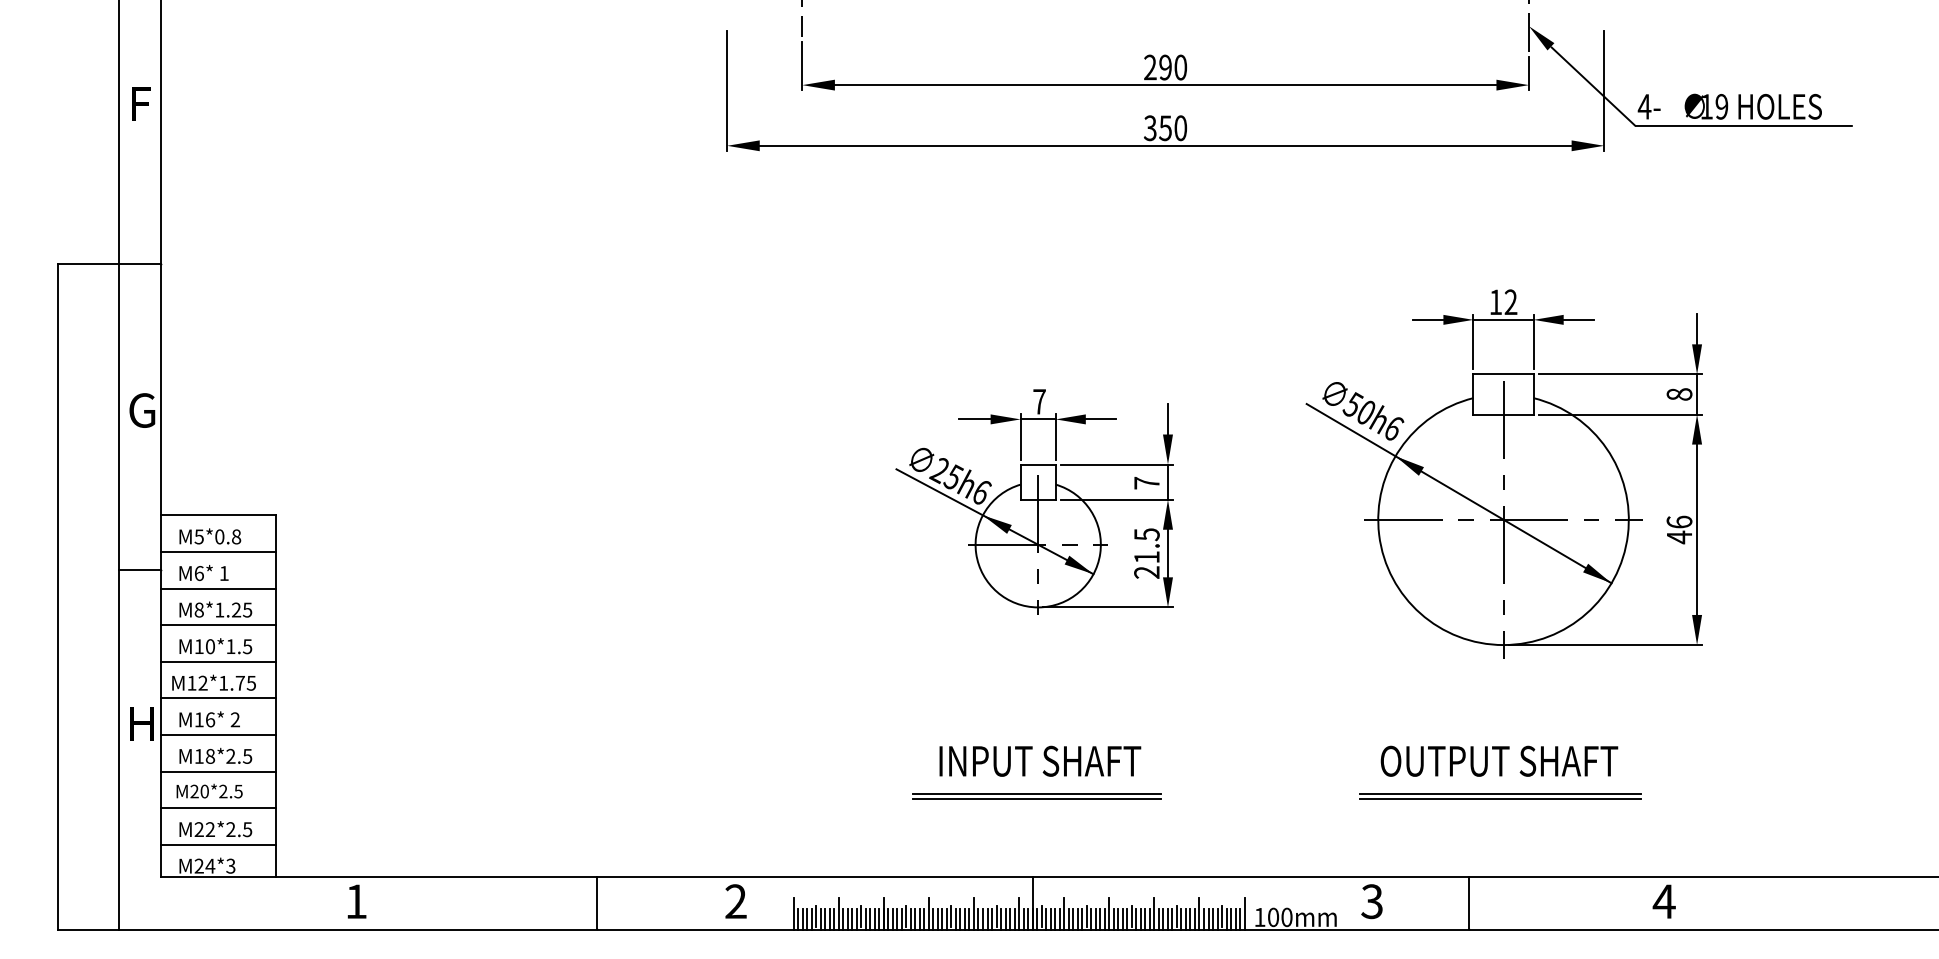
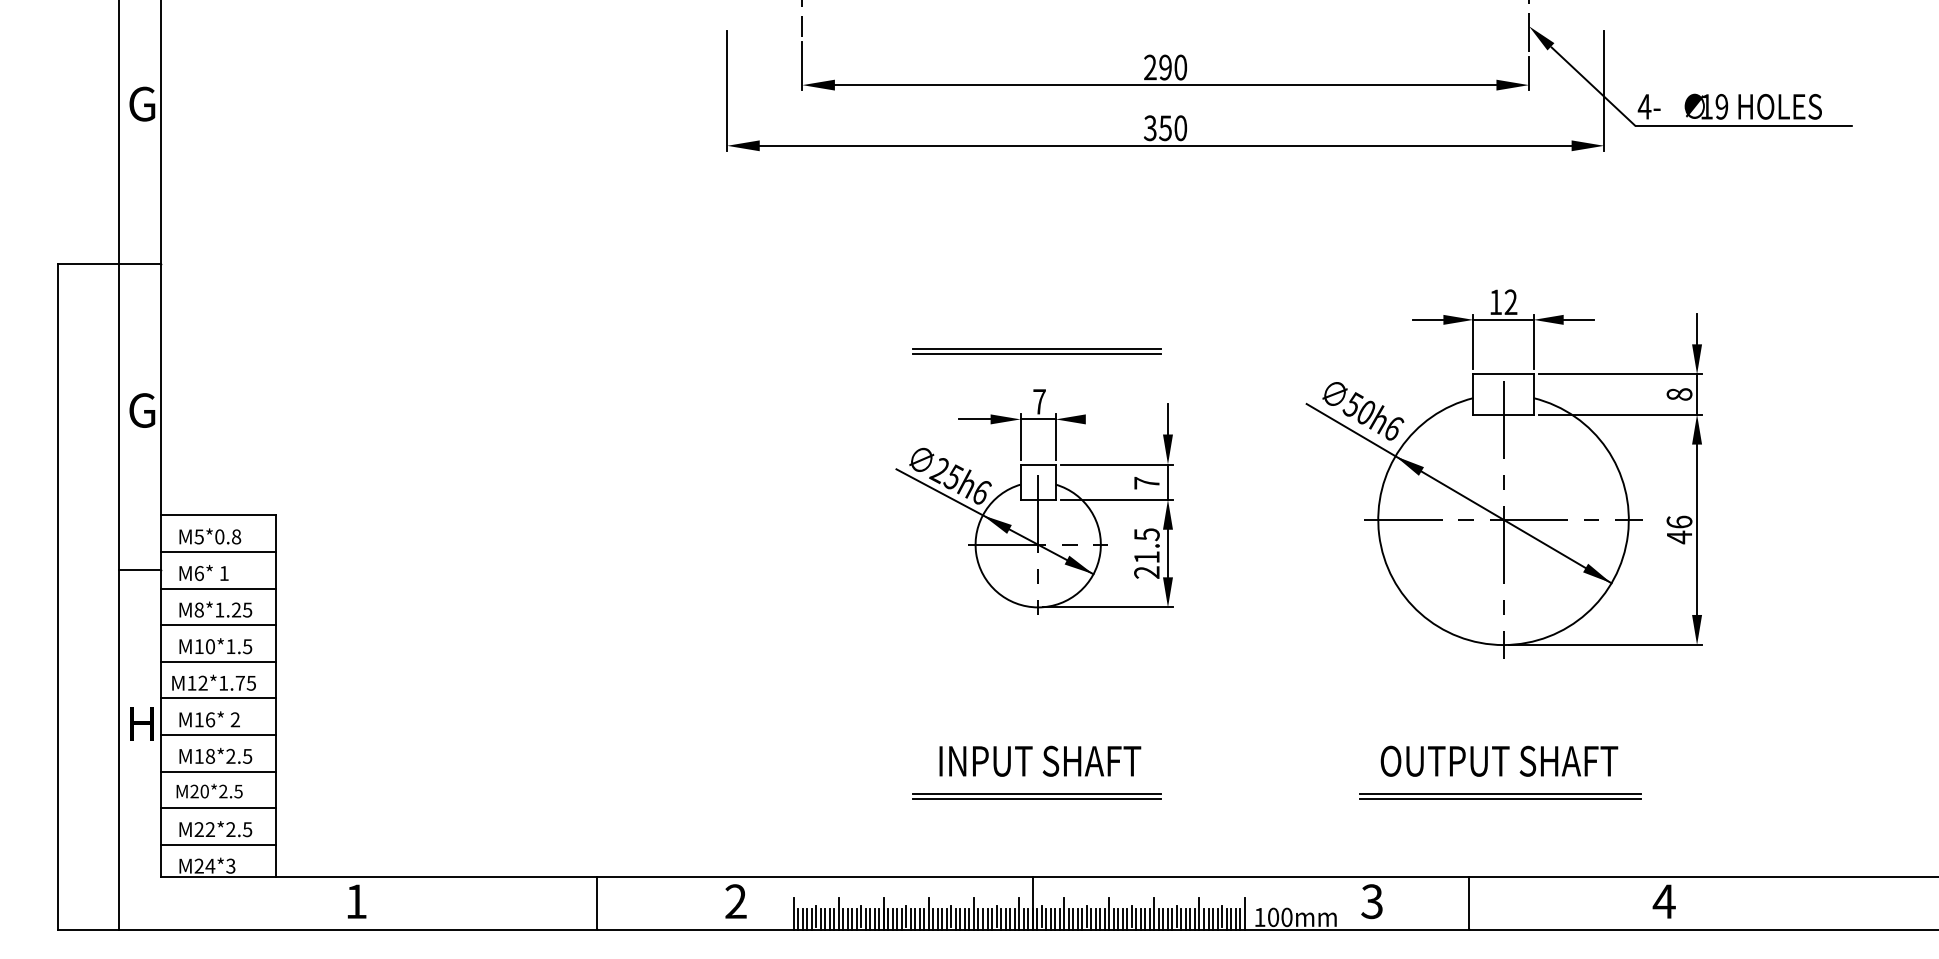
text at (142, 103): F -> G
part at (1036, 351): none -> present
line at (1100, 419): present -> none
